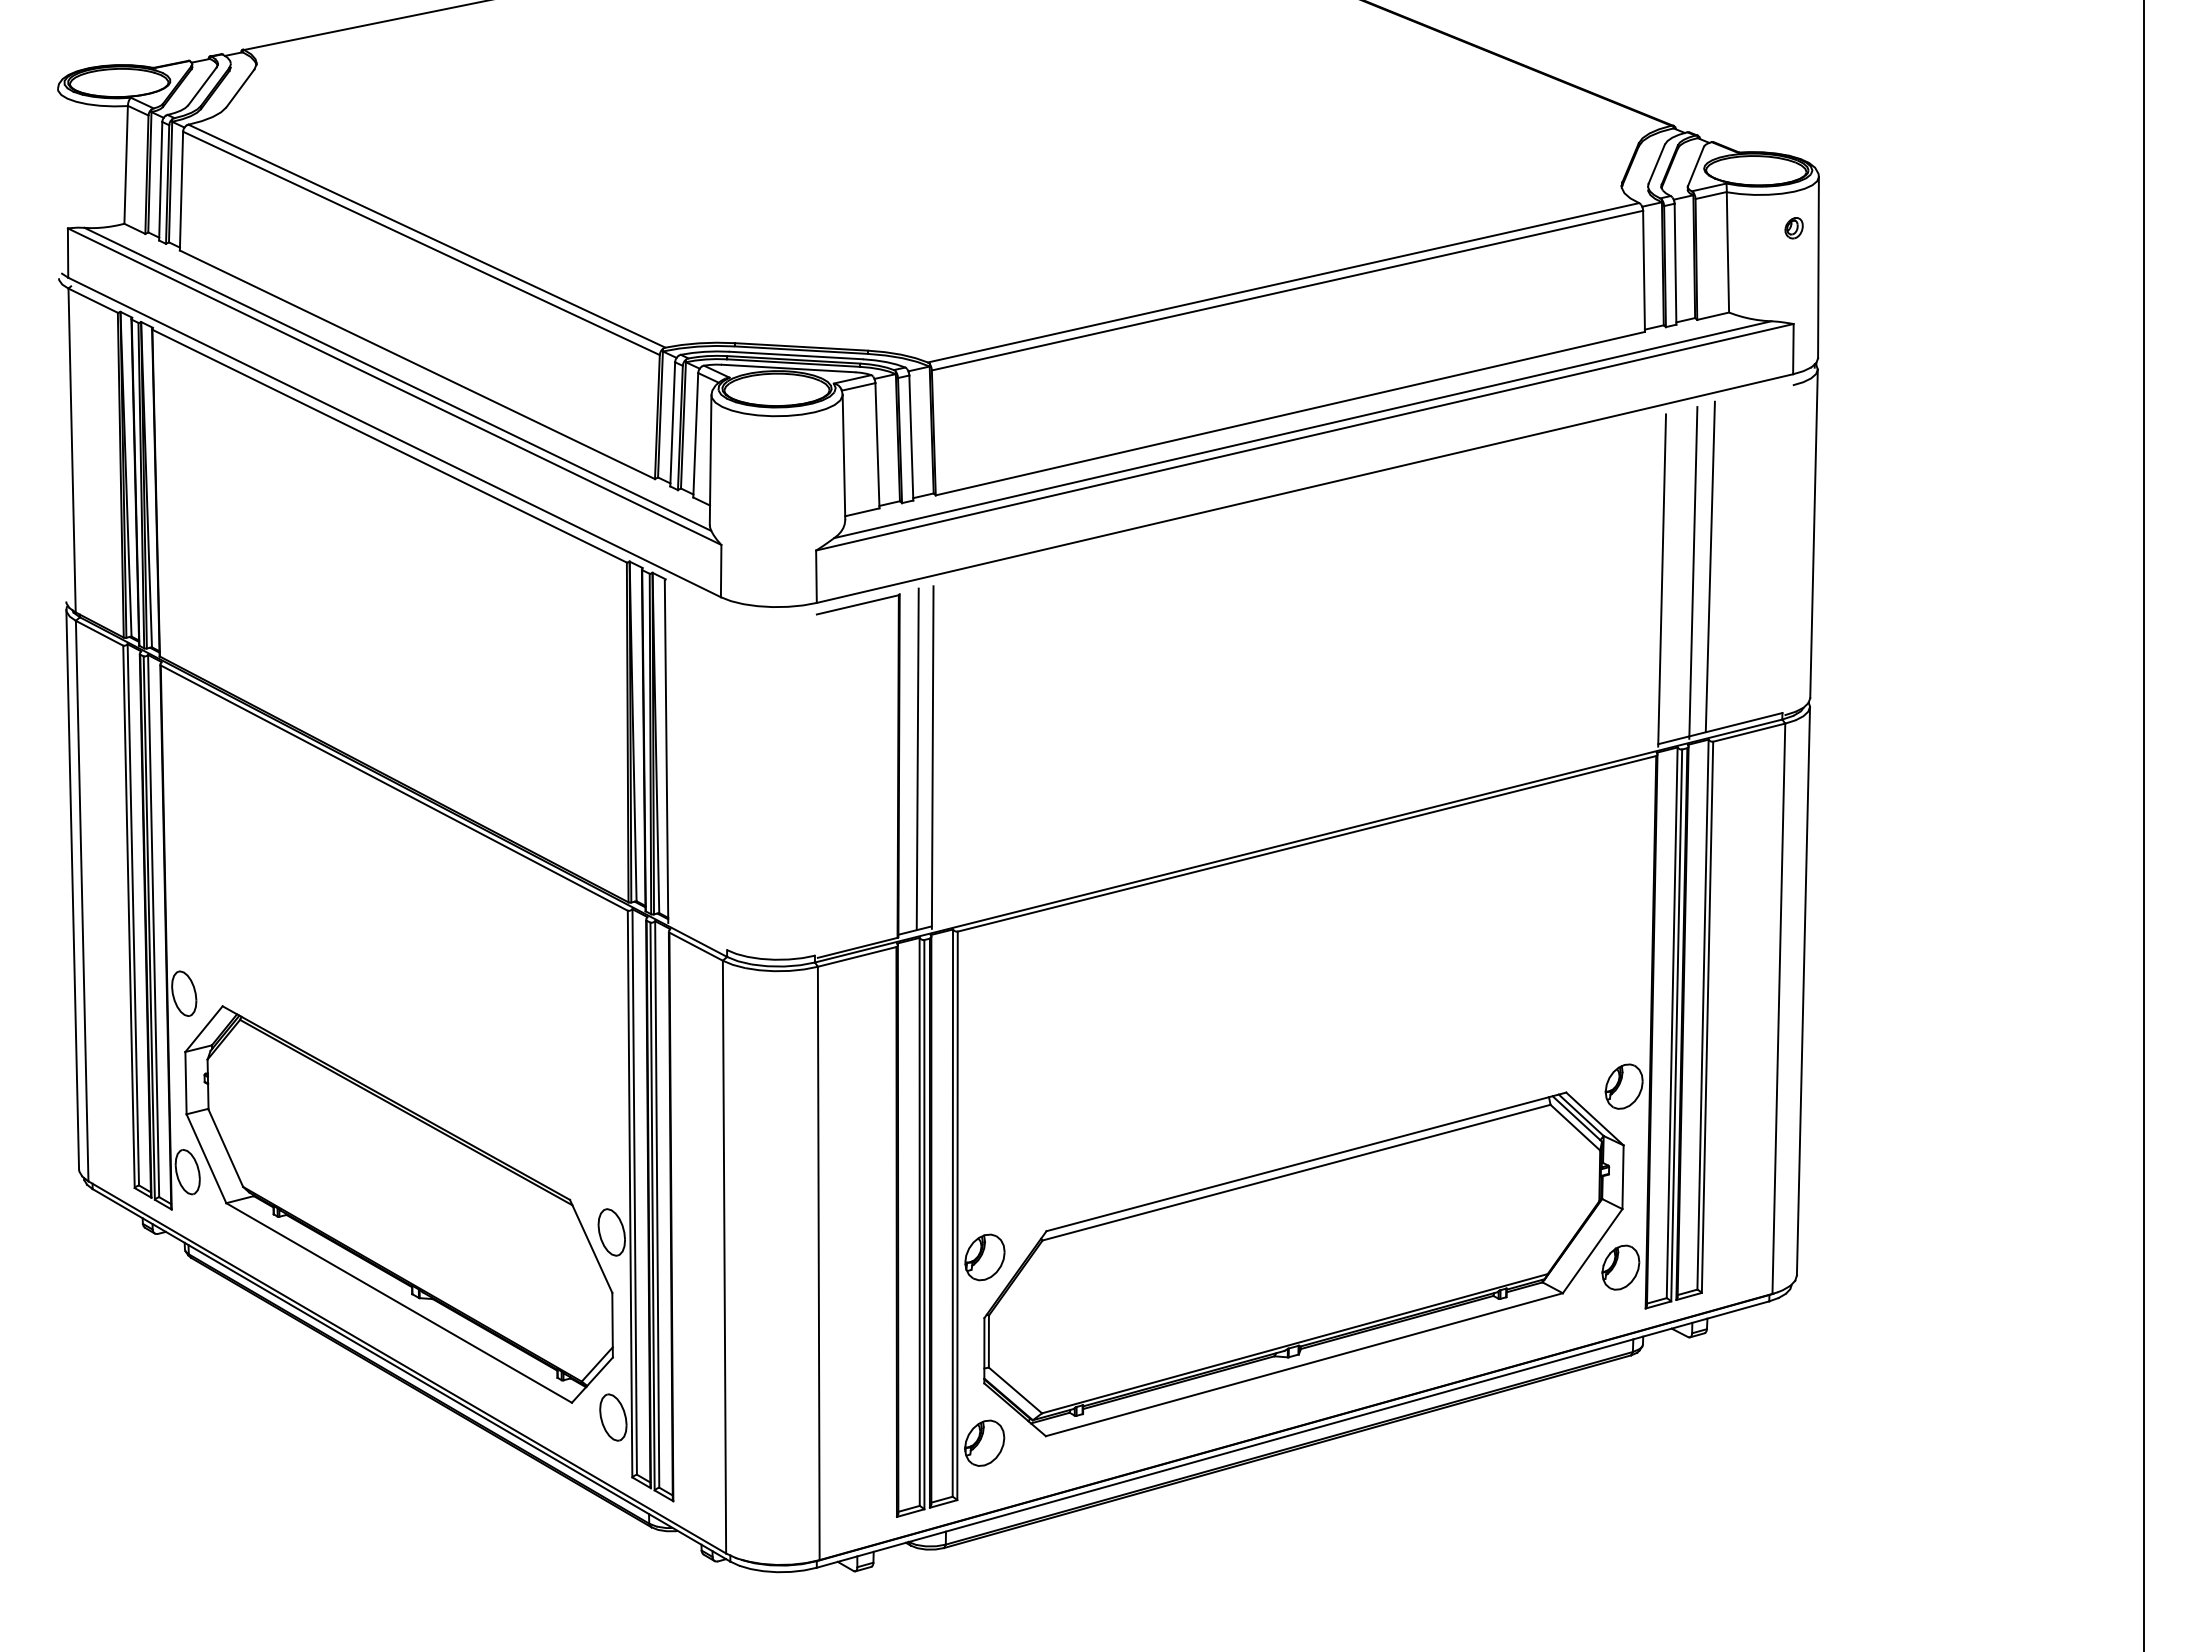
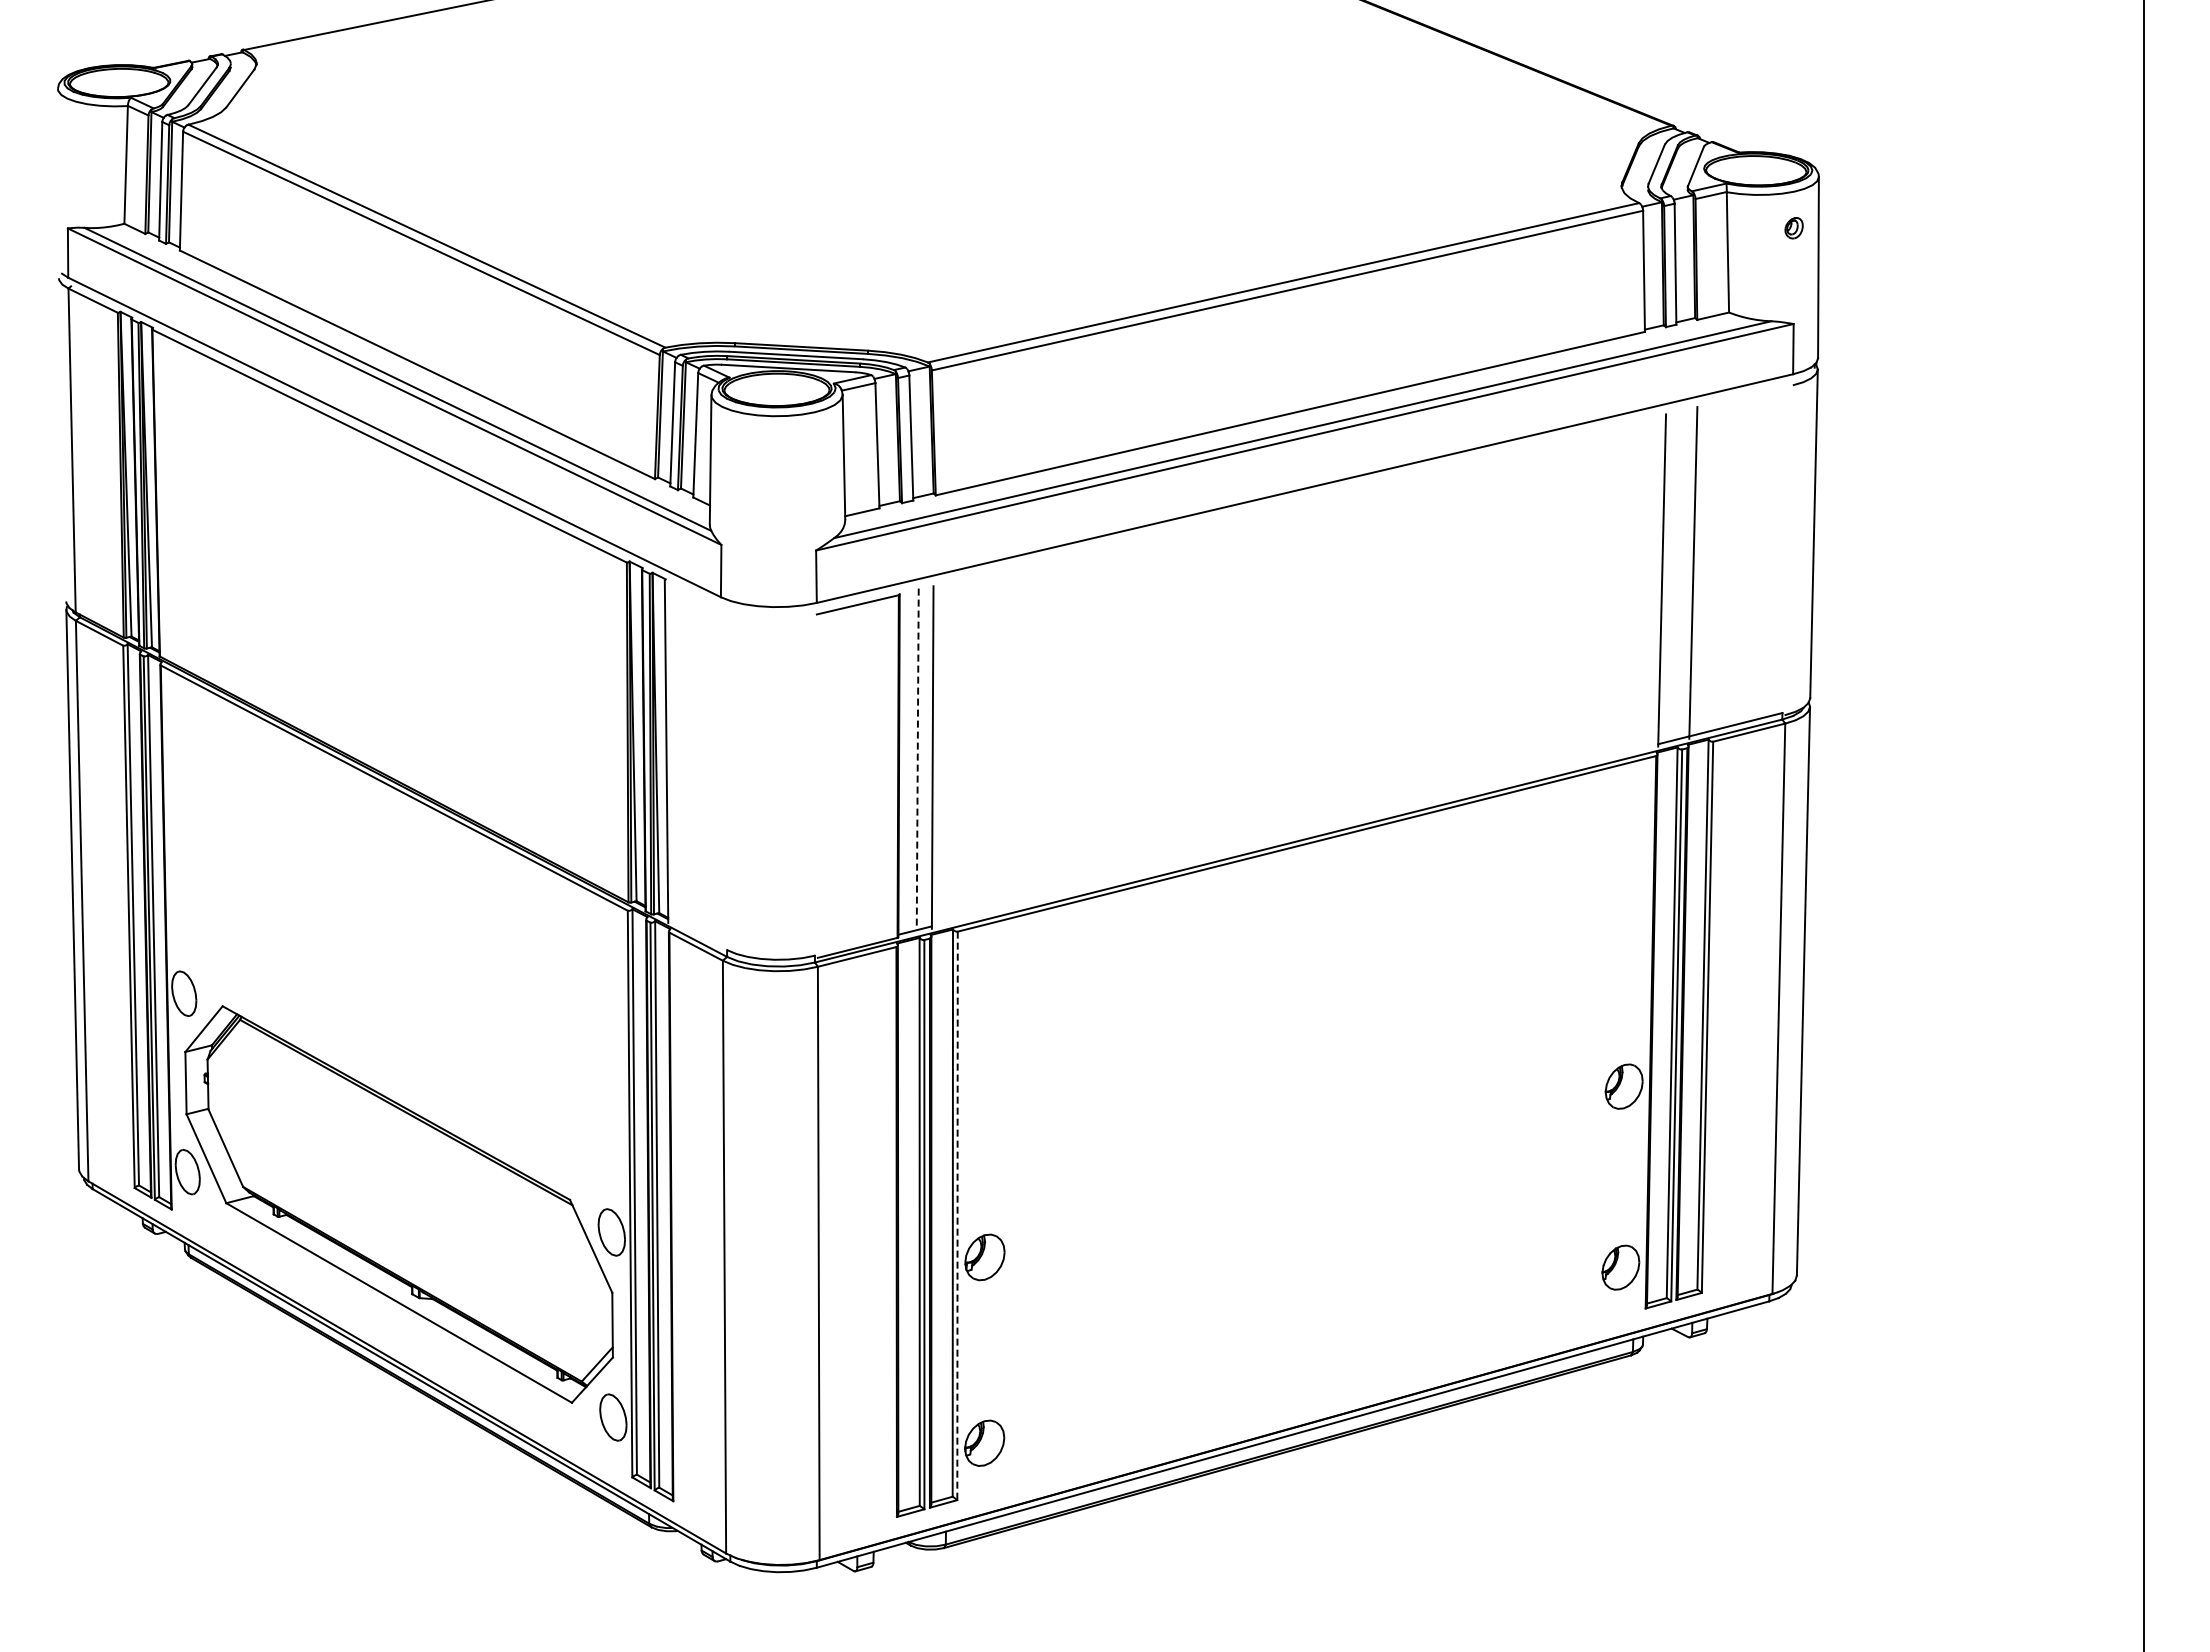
line at (1709, 566): present -> none
line at (917, 759): solid -> dashed
line at (957, 1216): solid -> dashed
part at (1303, 1264): present -> none
